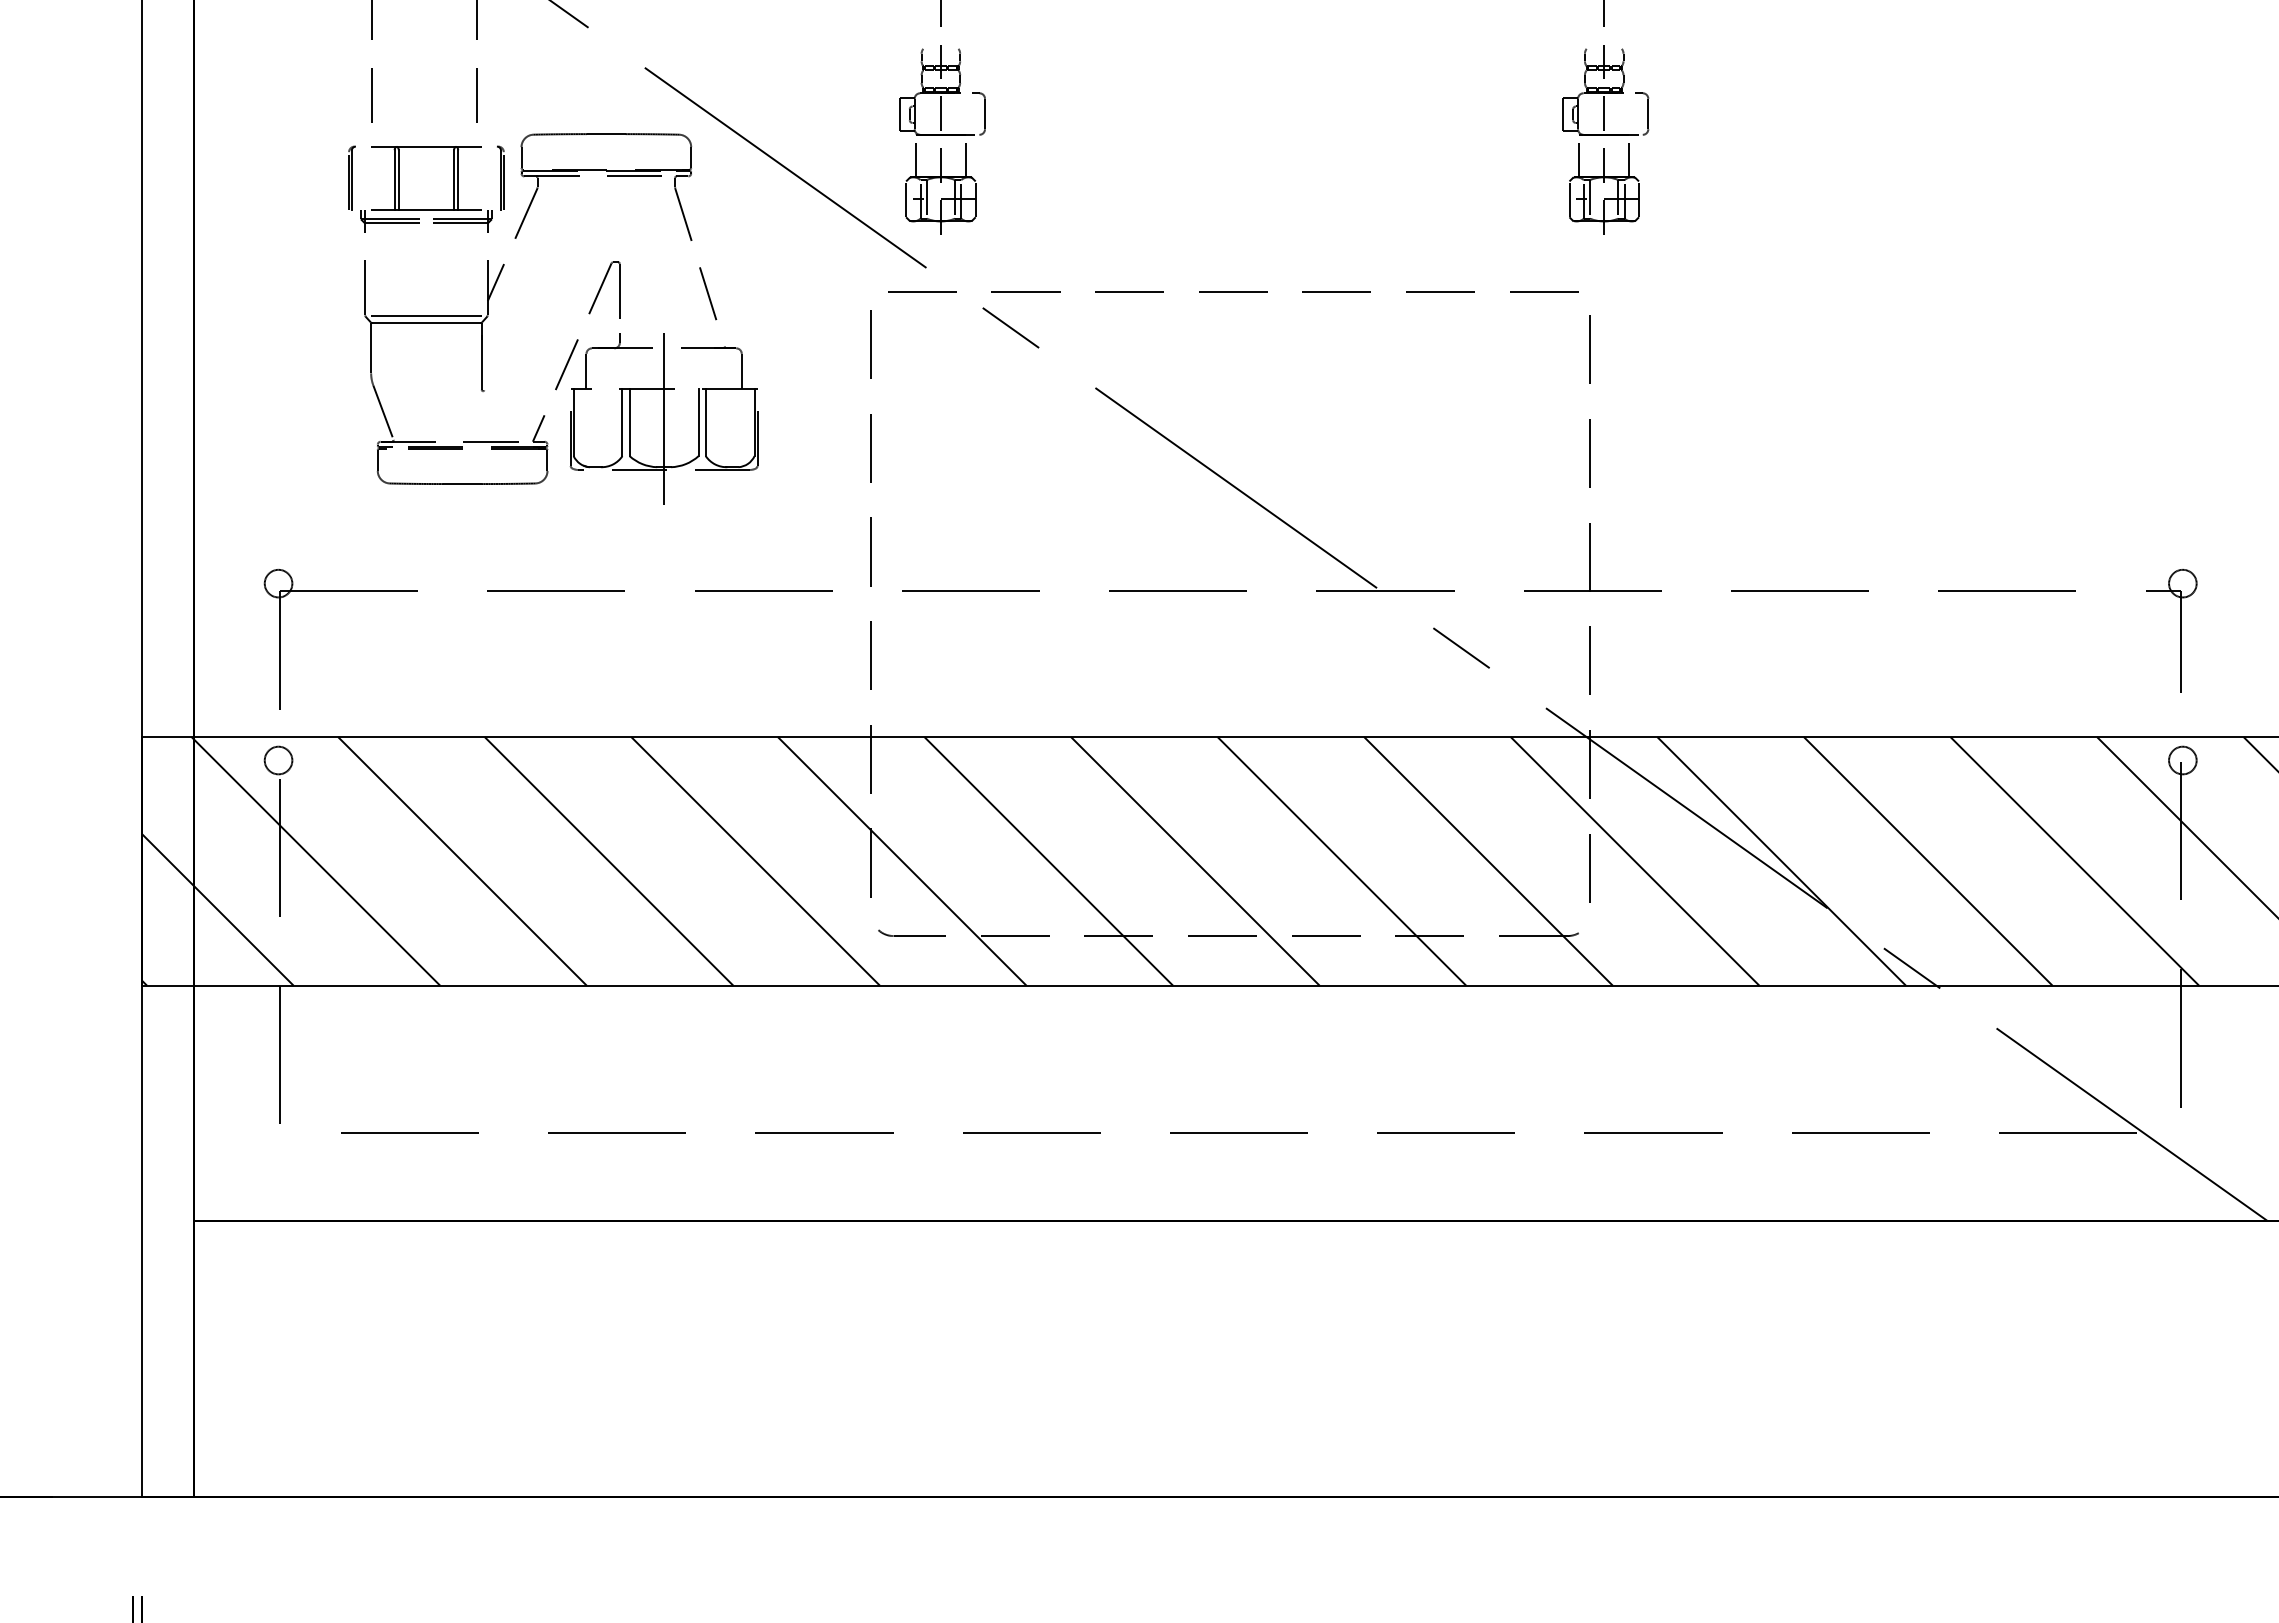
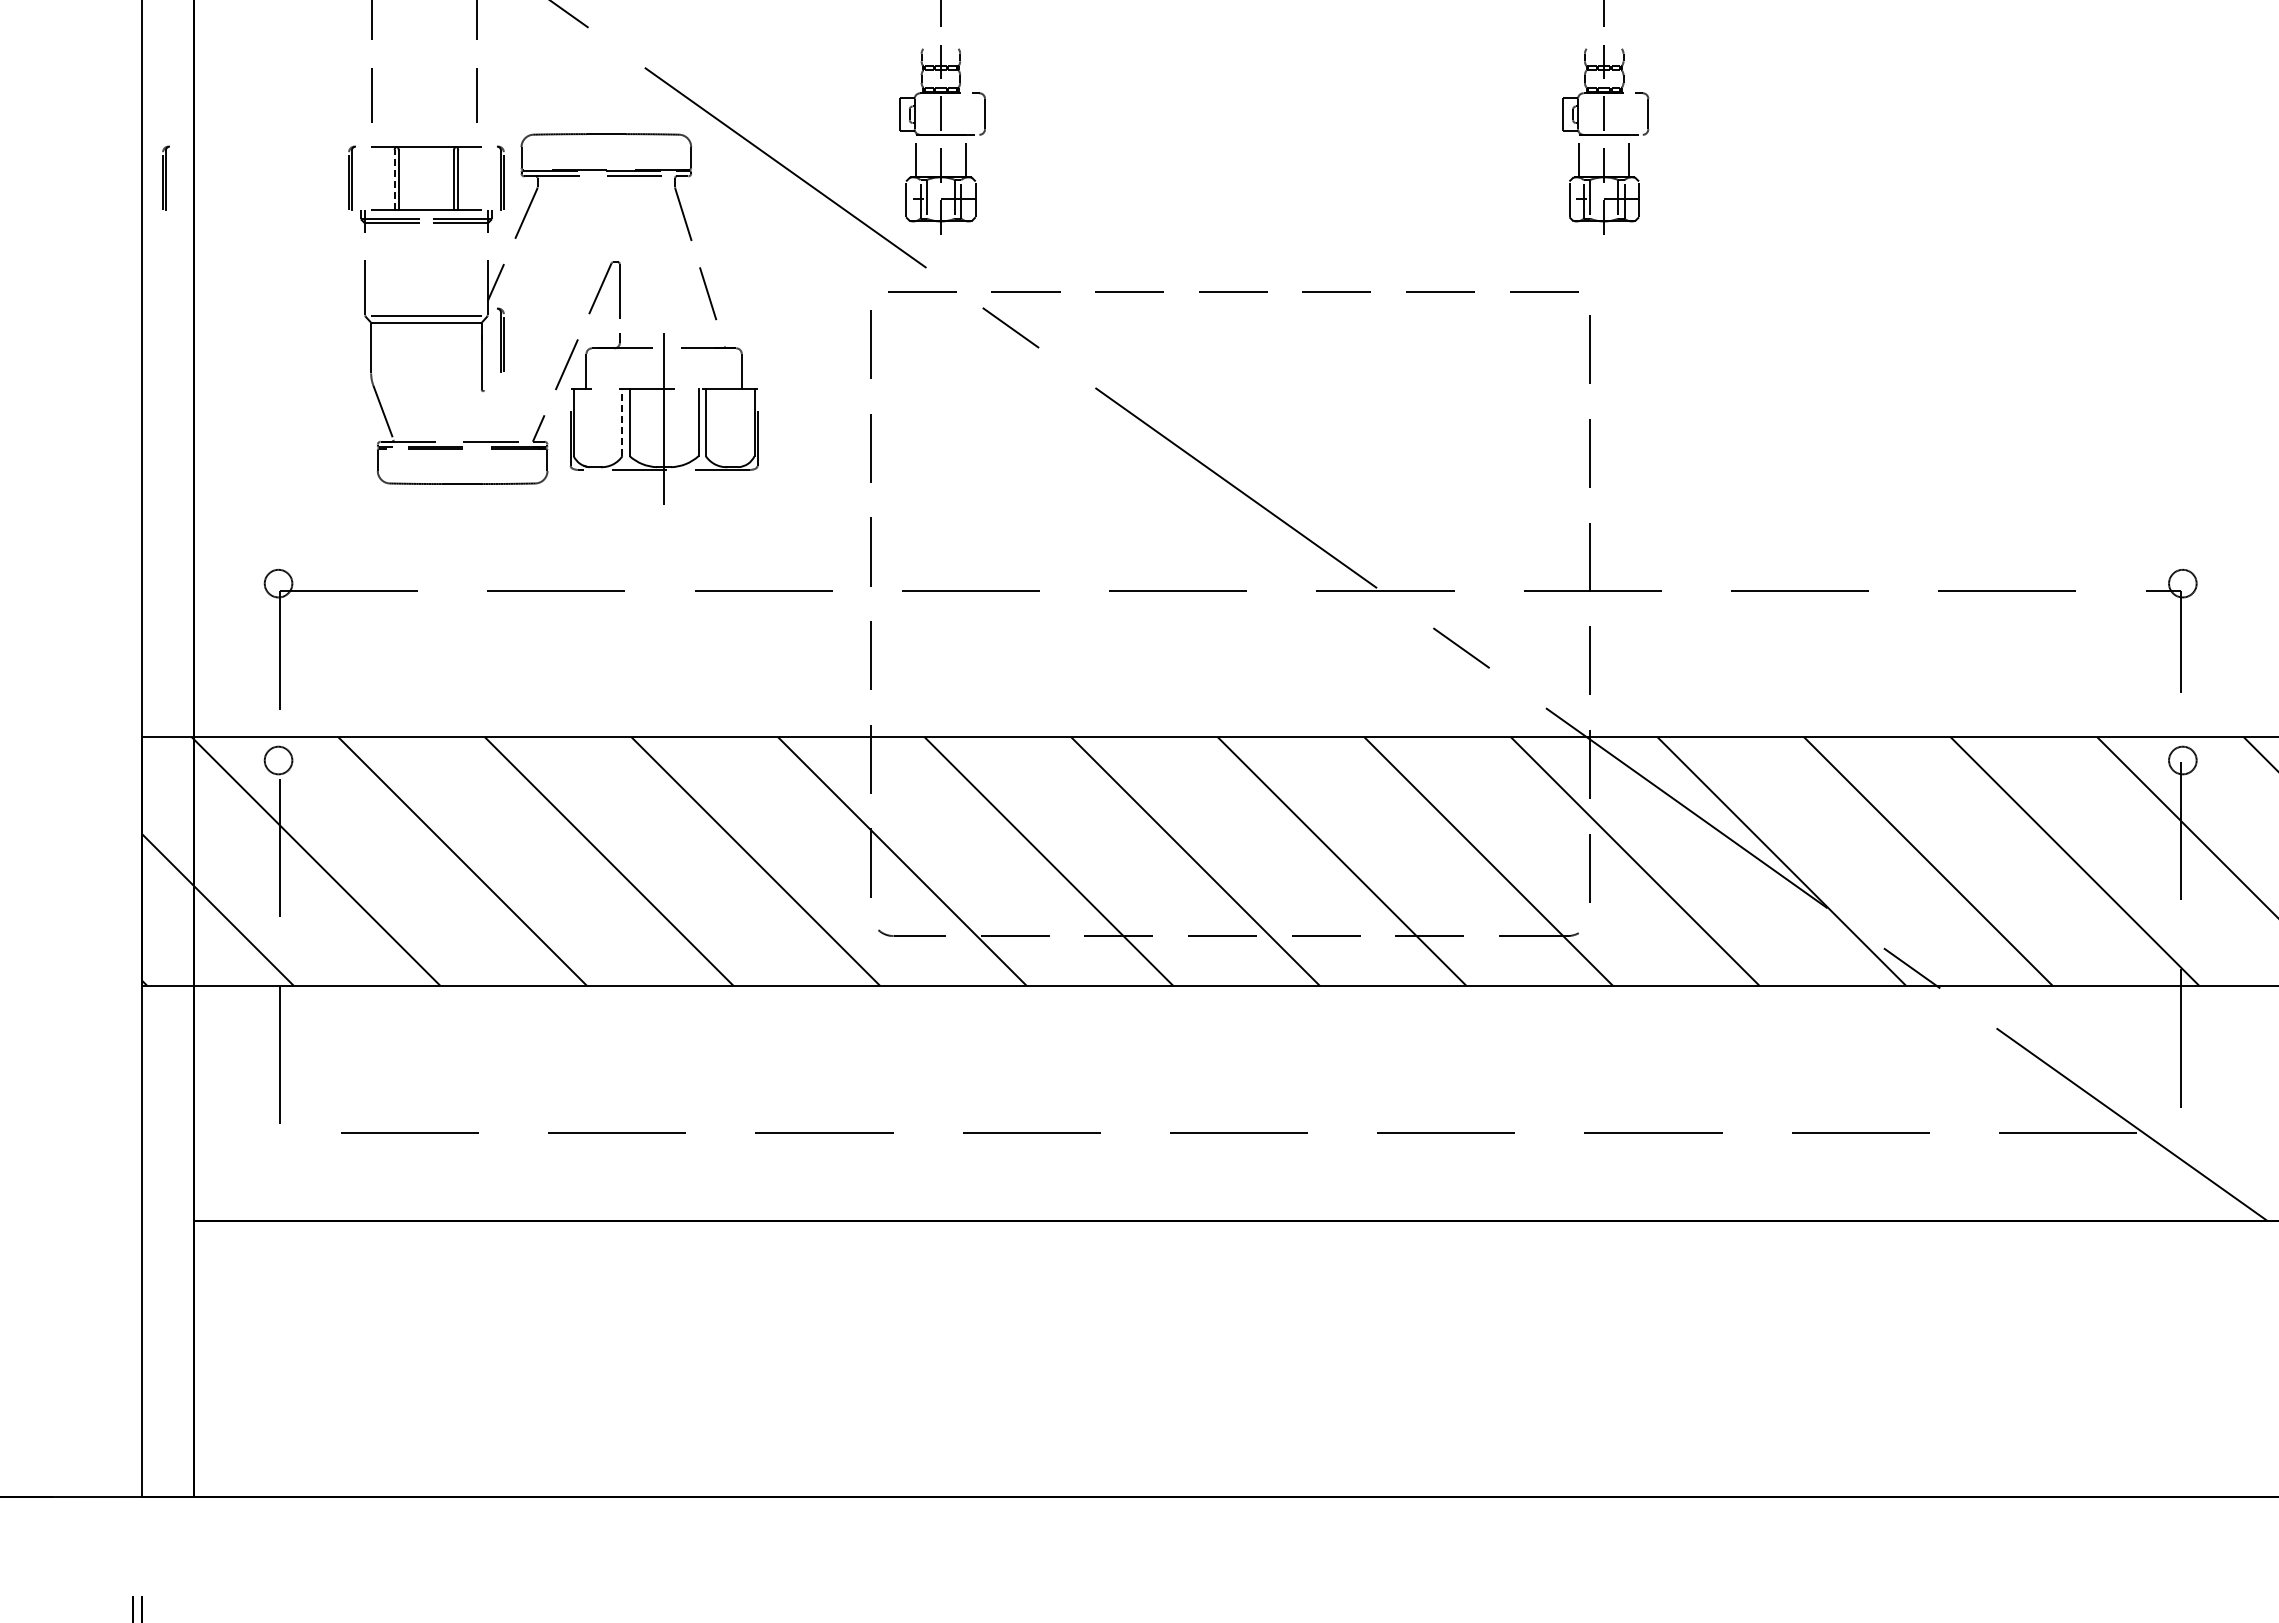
part at (165, 177): none -> present
line at (394, 180): solid -> dashed
part at (500, 339): none -> present
line at (622, 422): solid -> dashed
